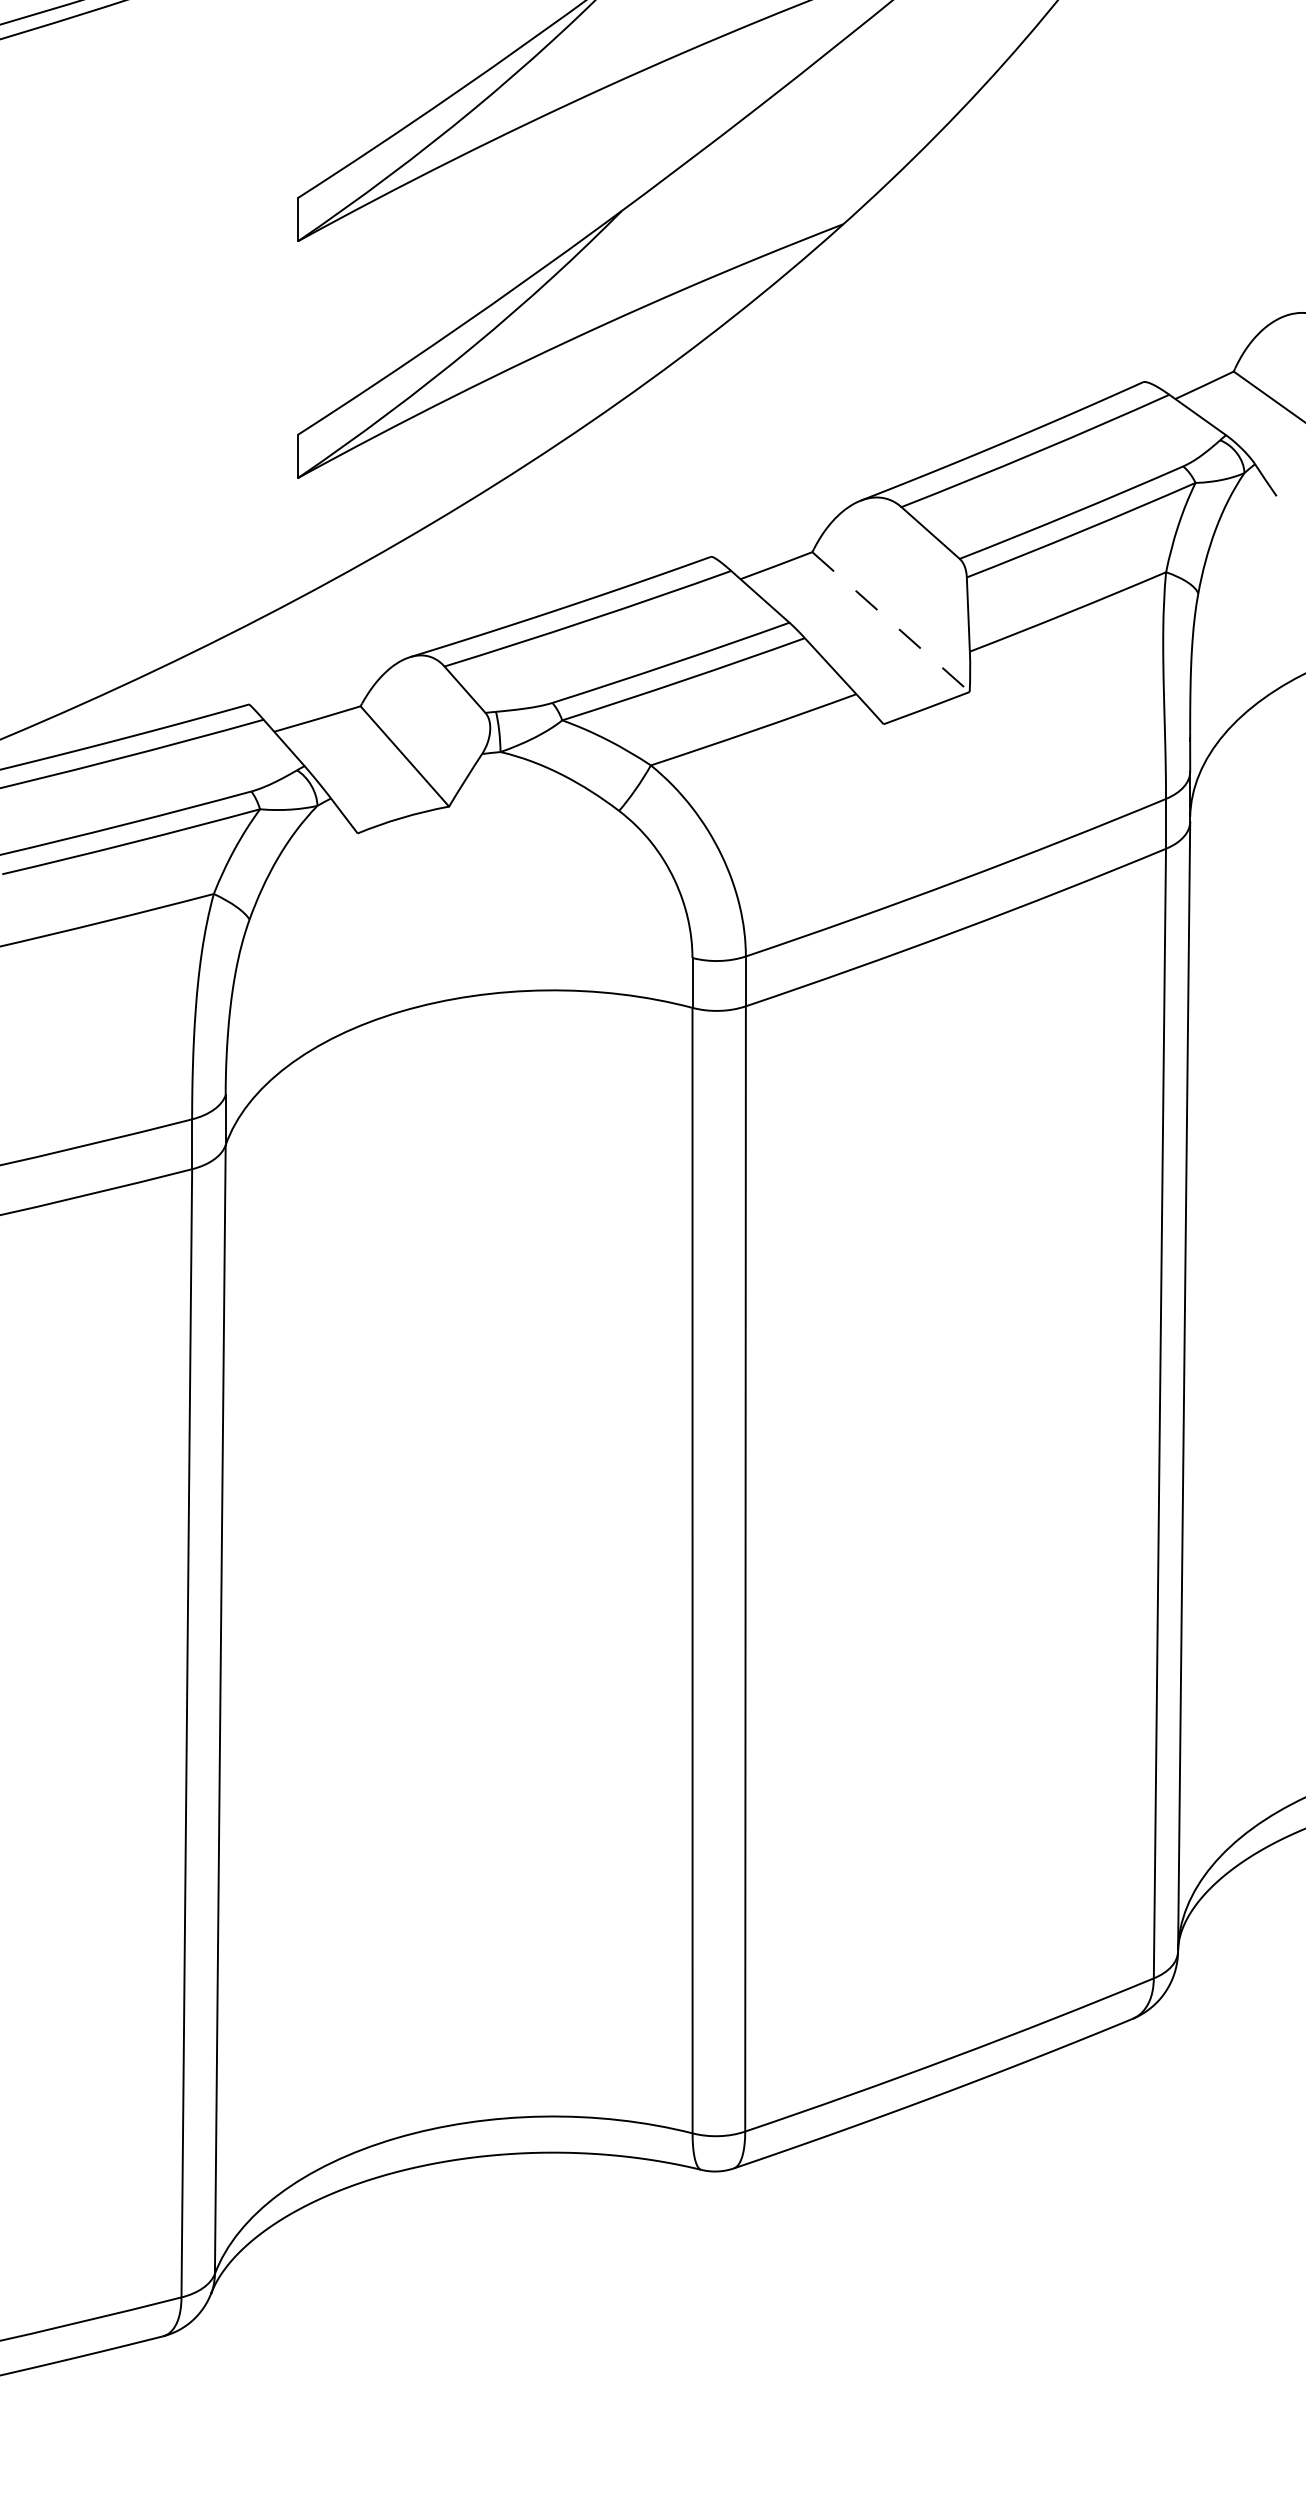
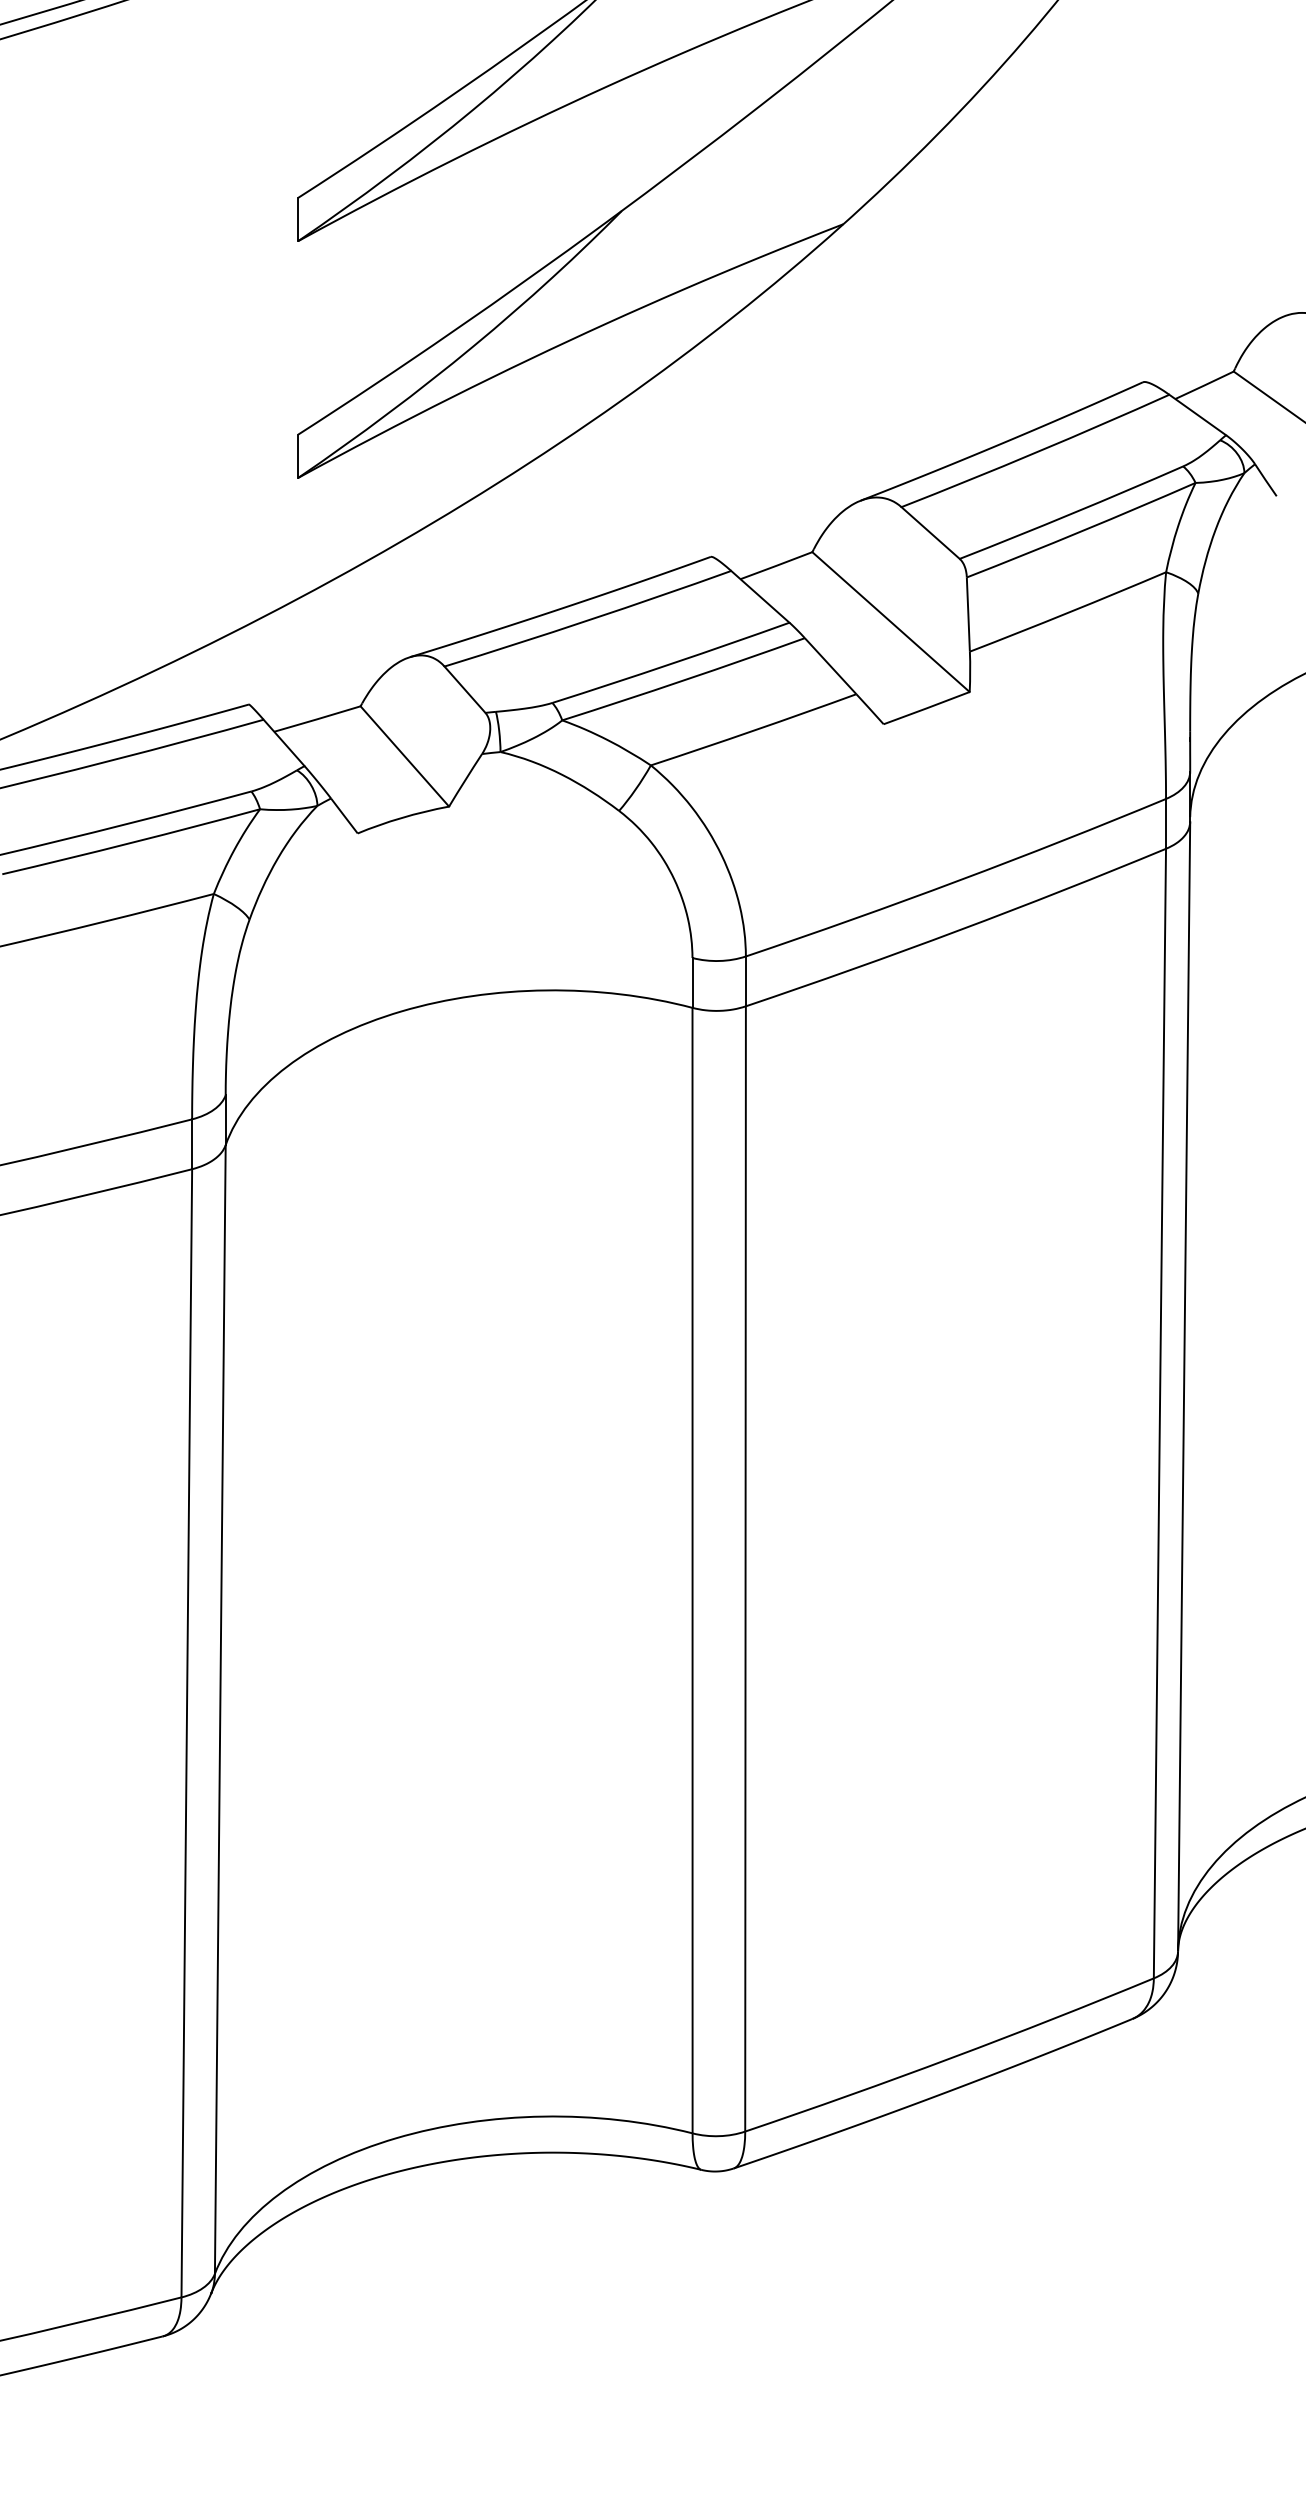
line at (891, 622): dashed -> solid
